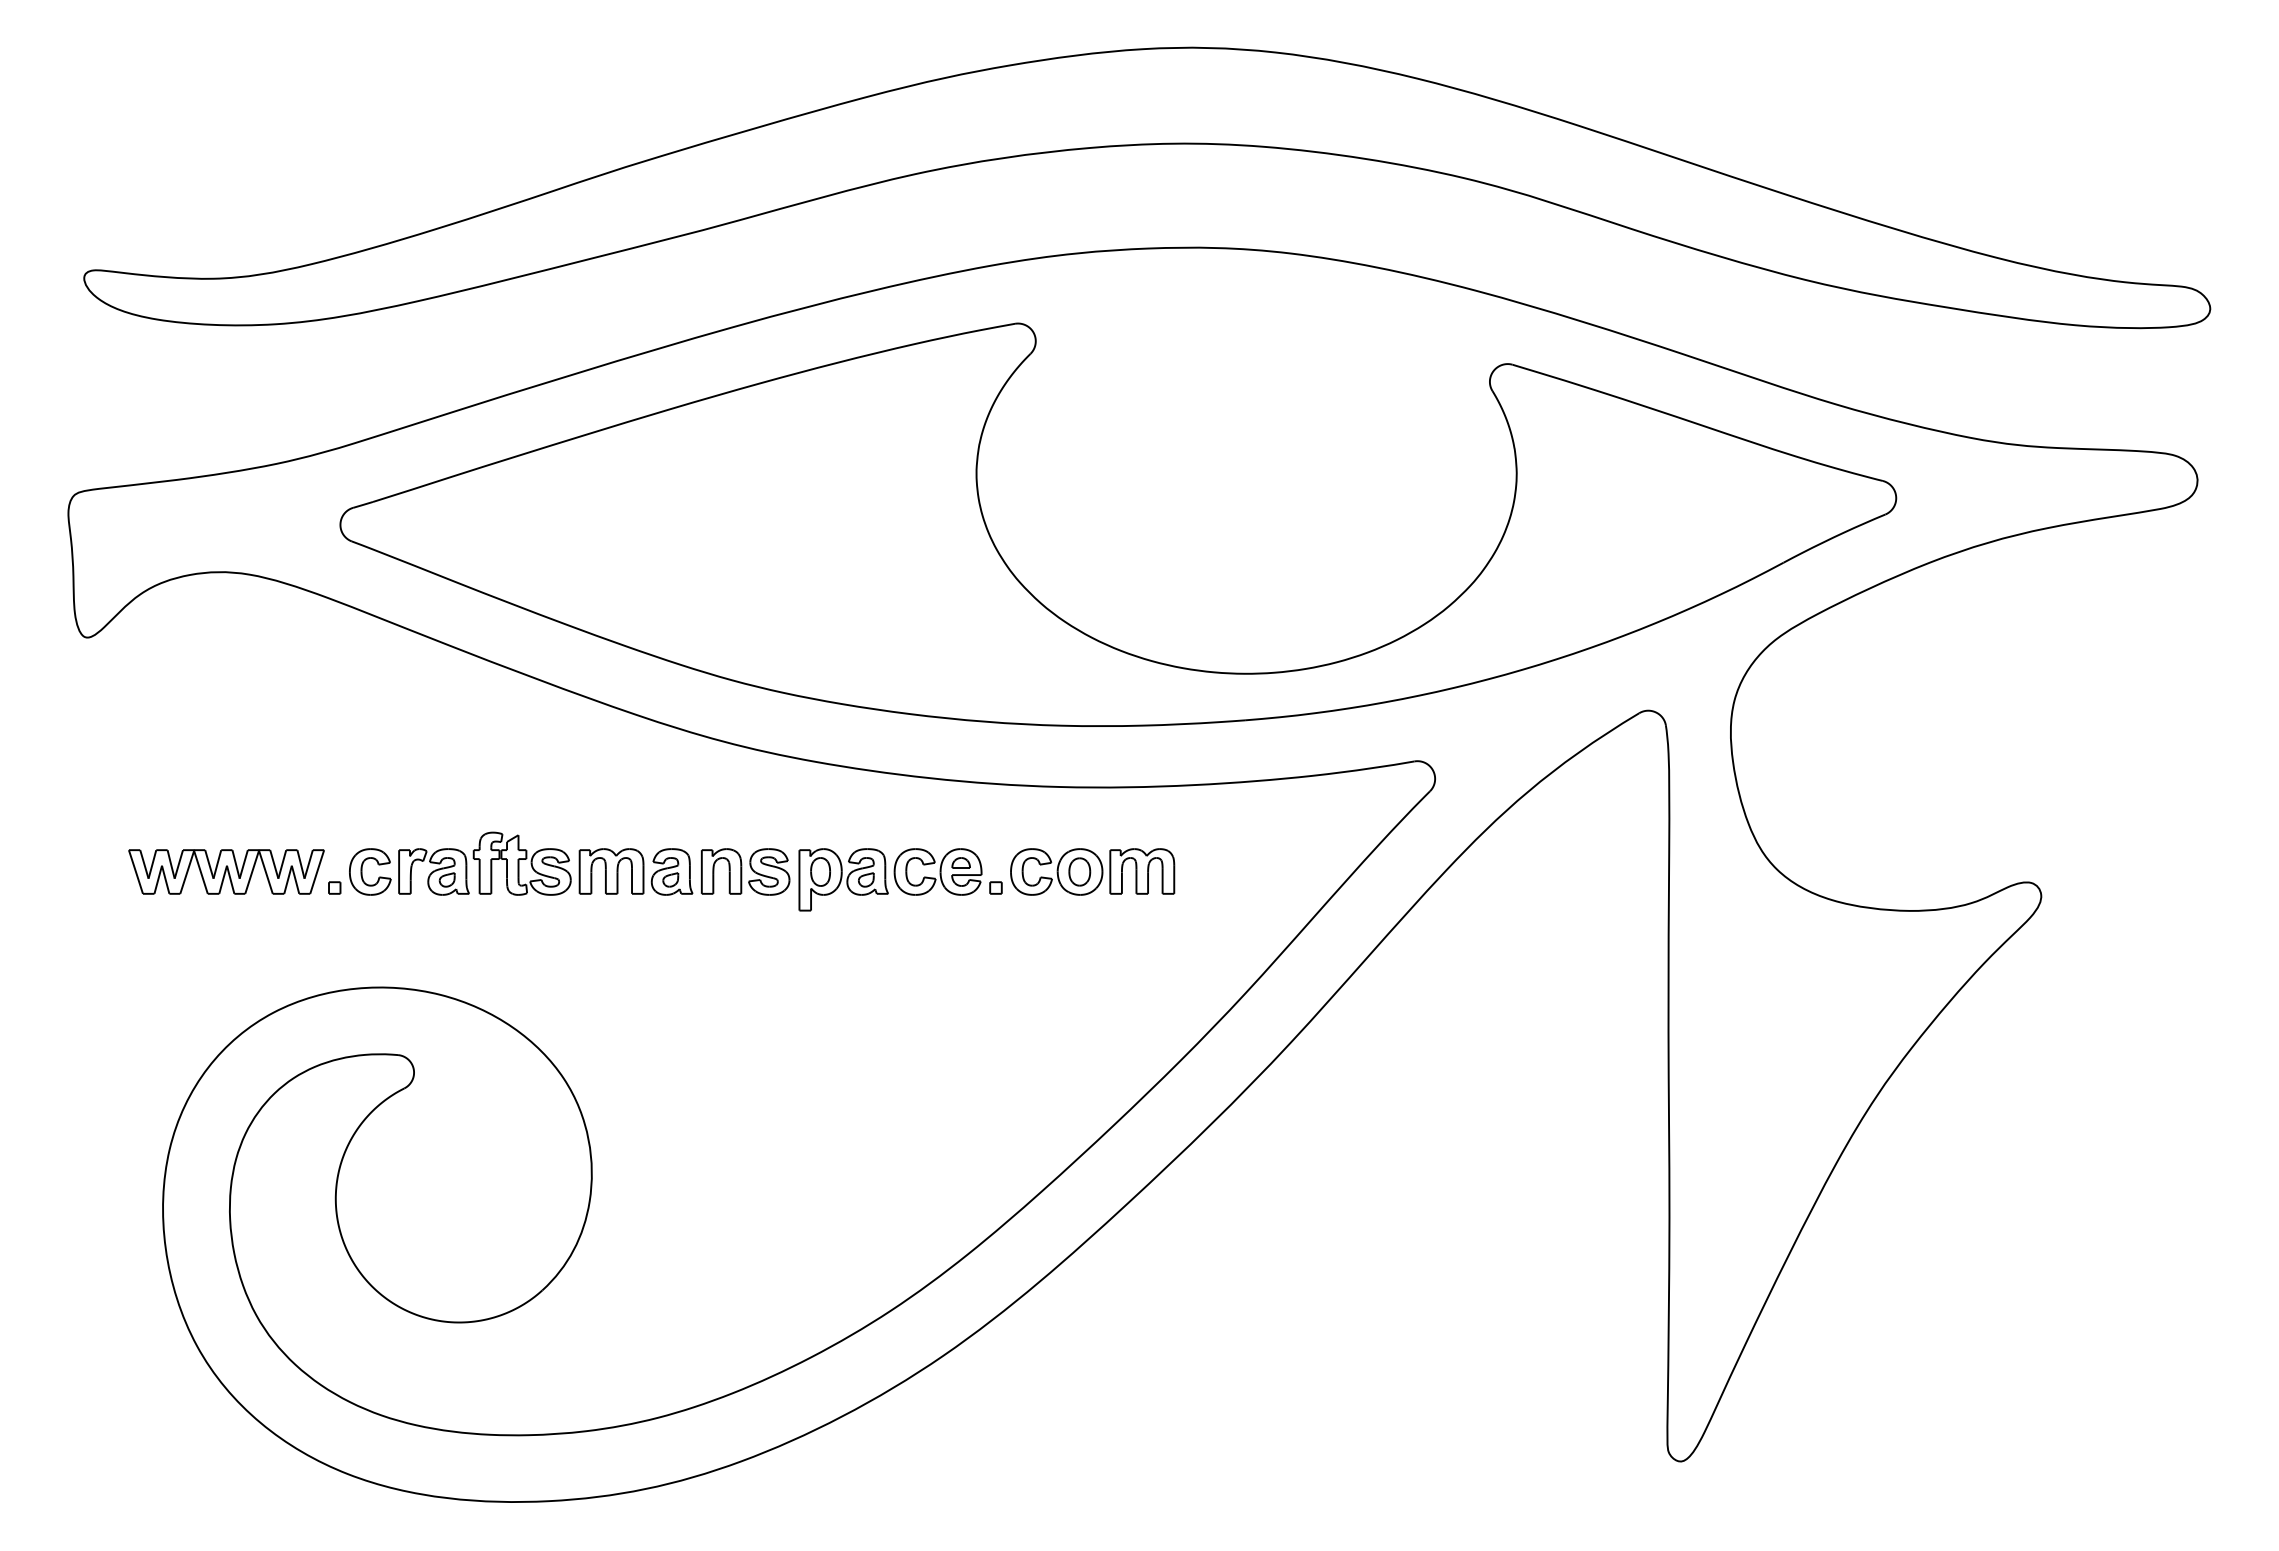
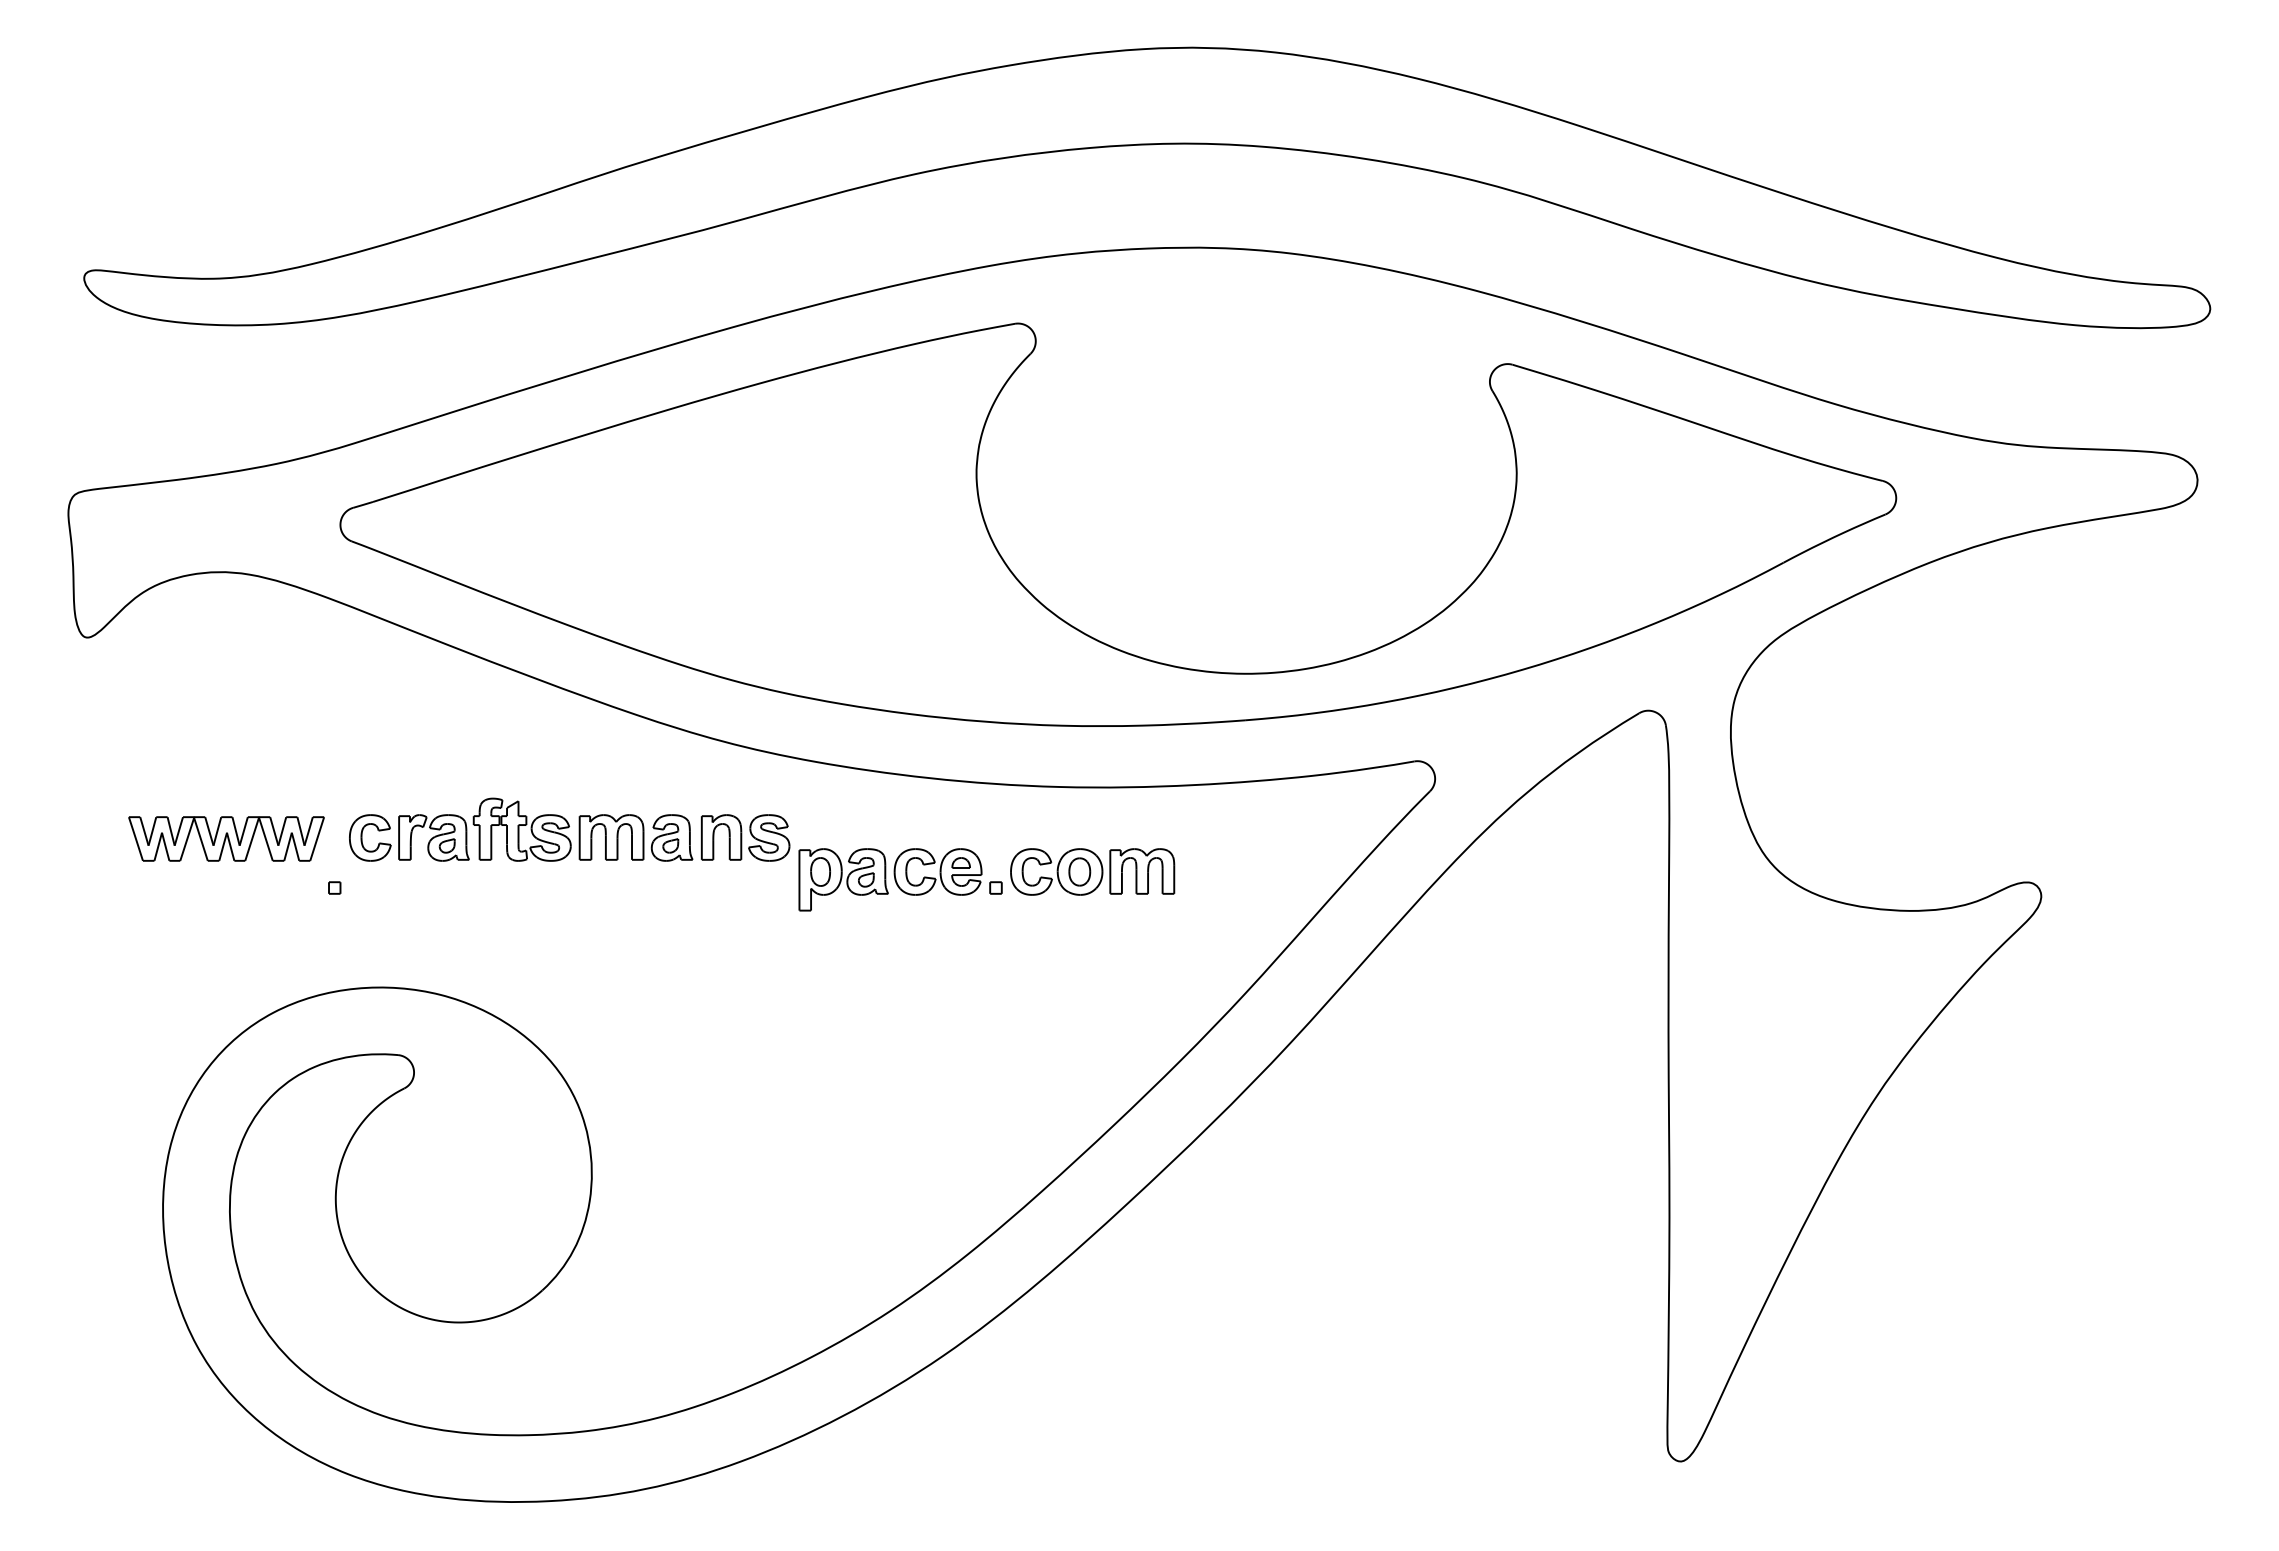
part at (569, 863) position: (569, 863) -> (569, 829)
part at (226, 871) position: (226, 871) -> (226, 838)
